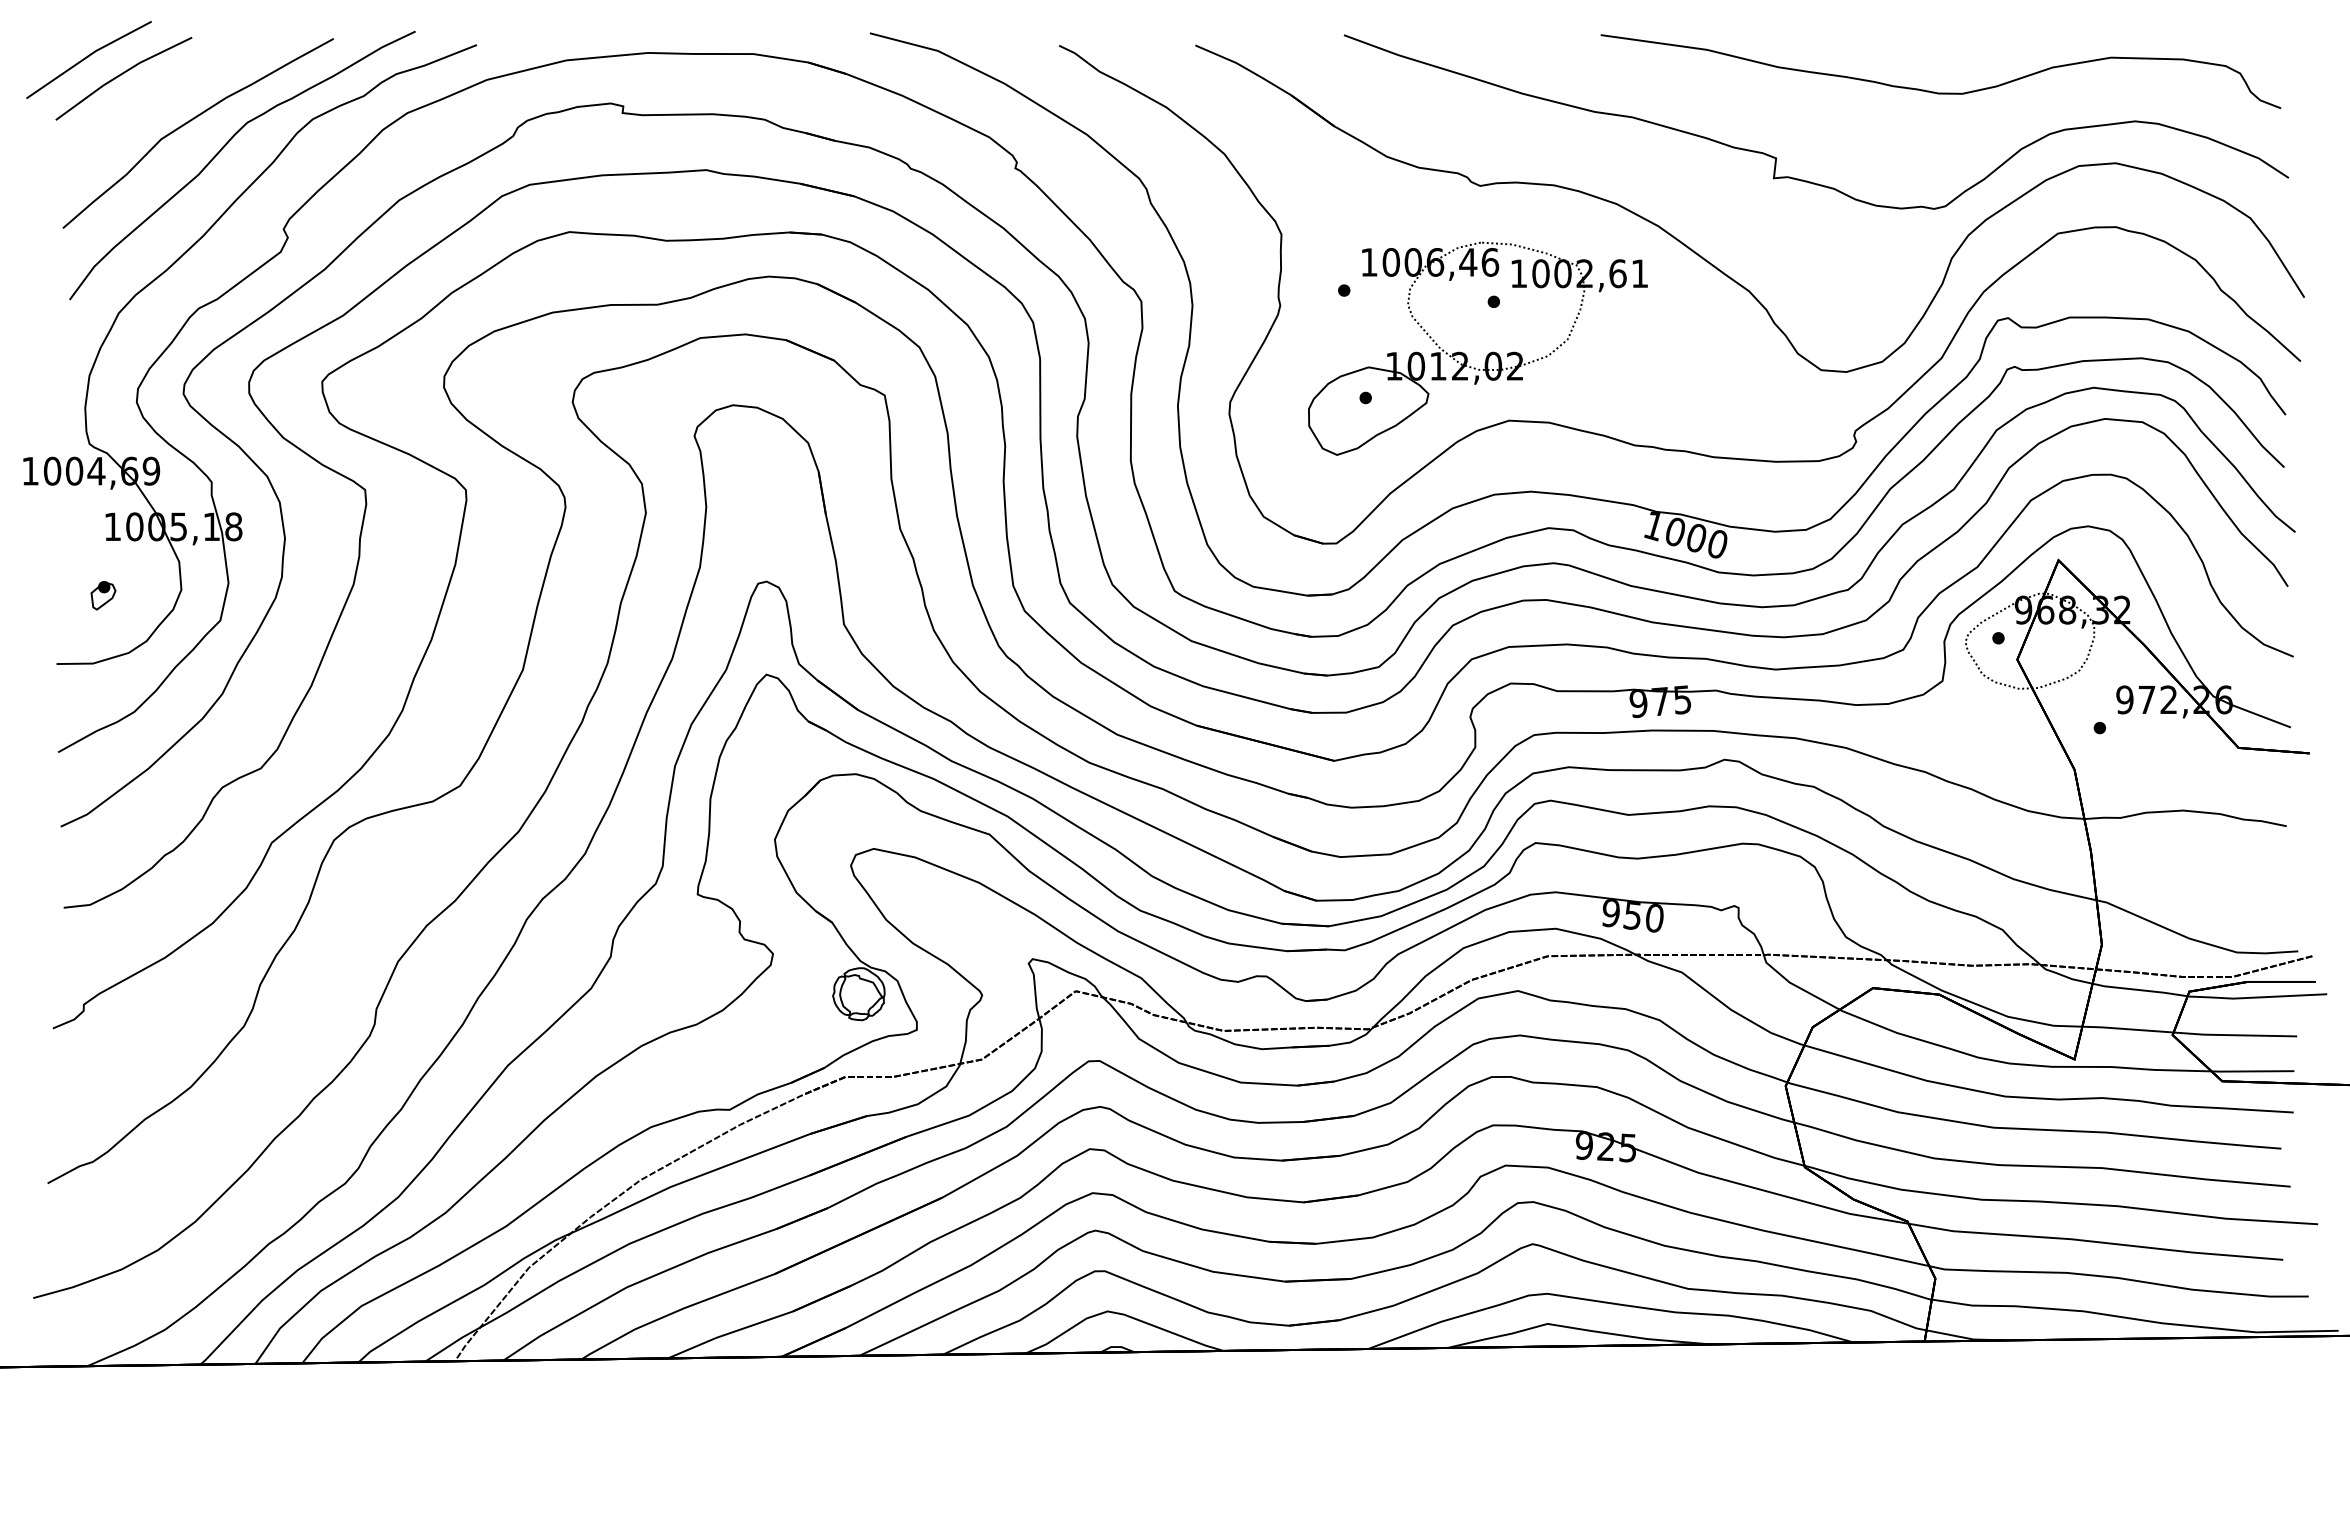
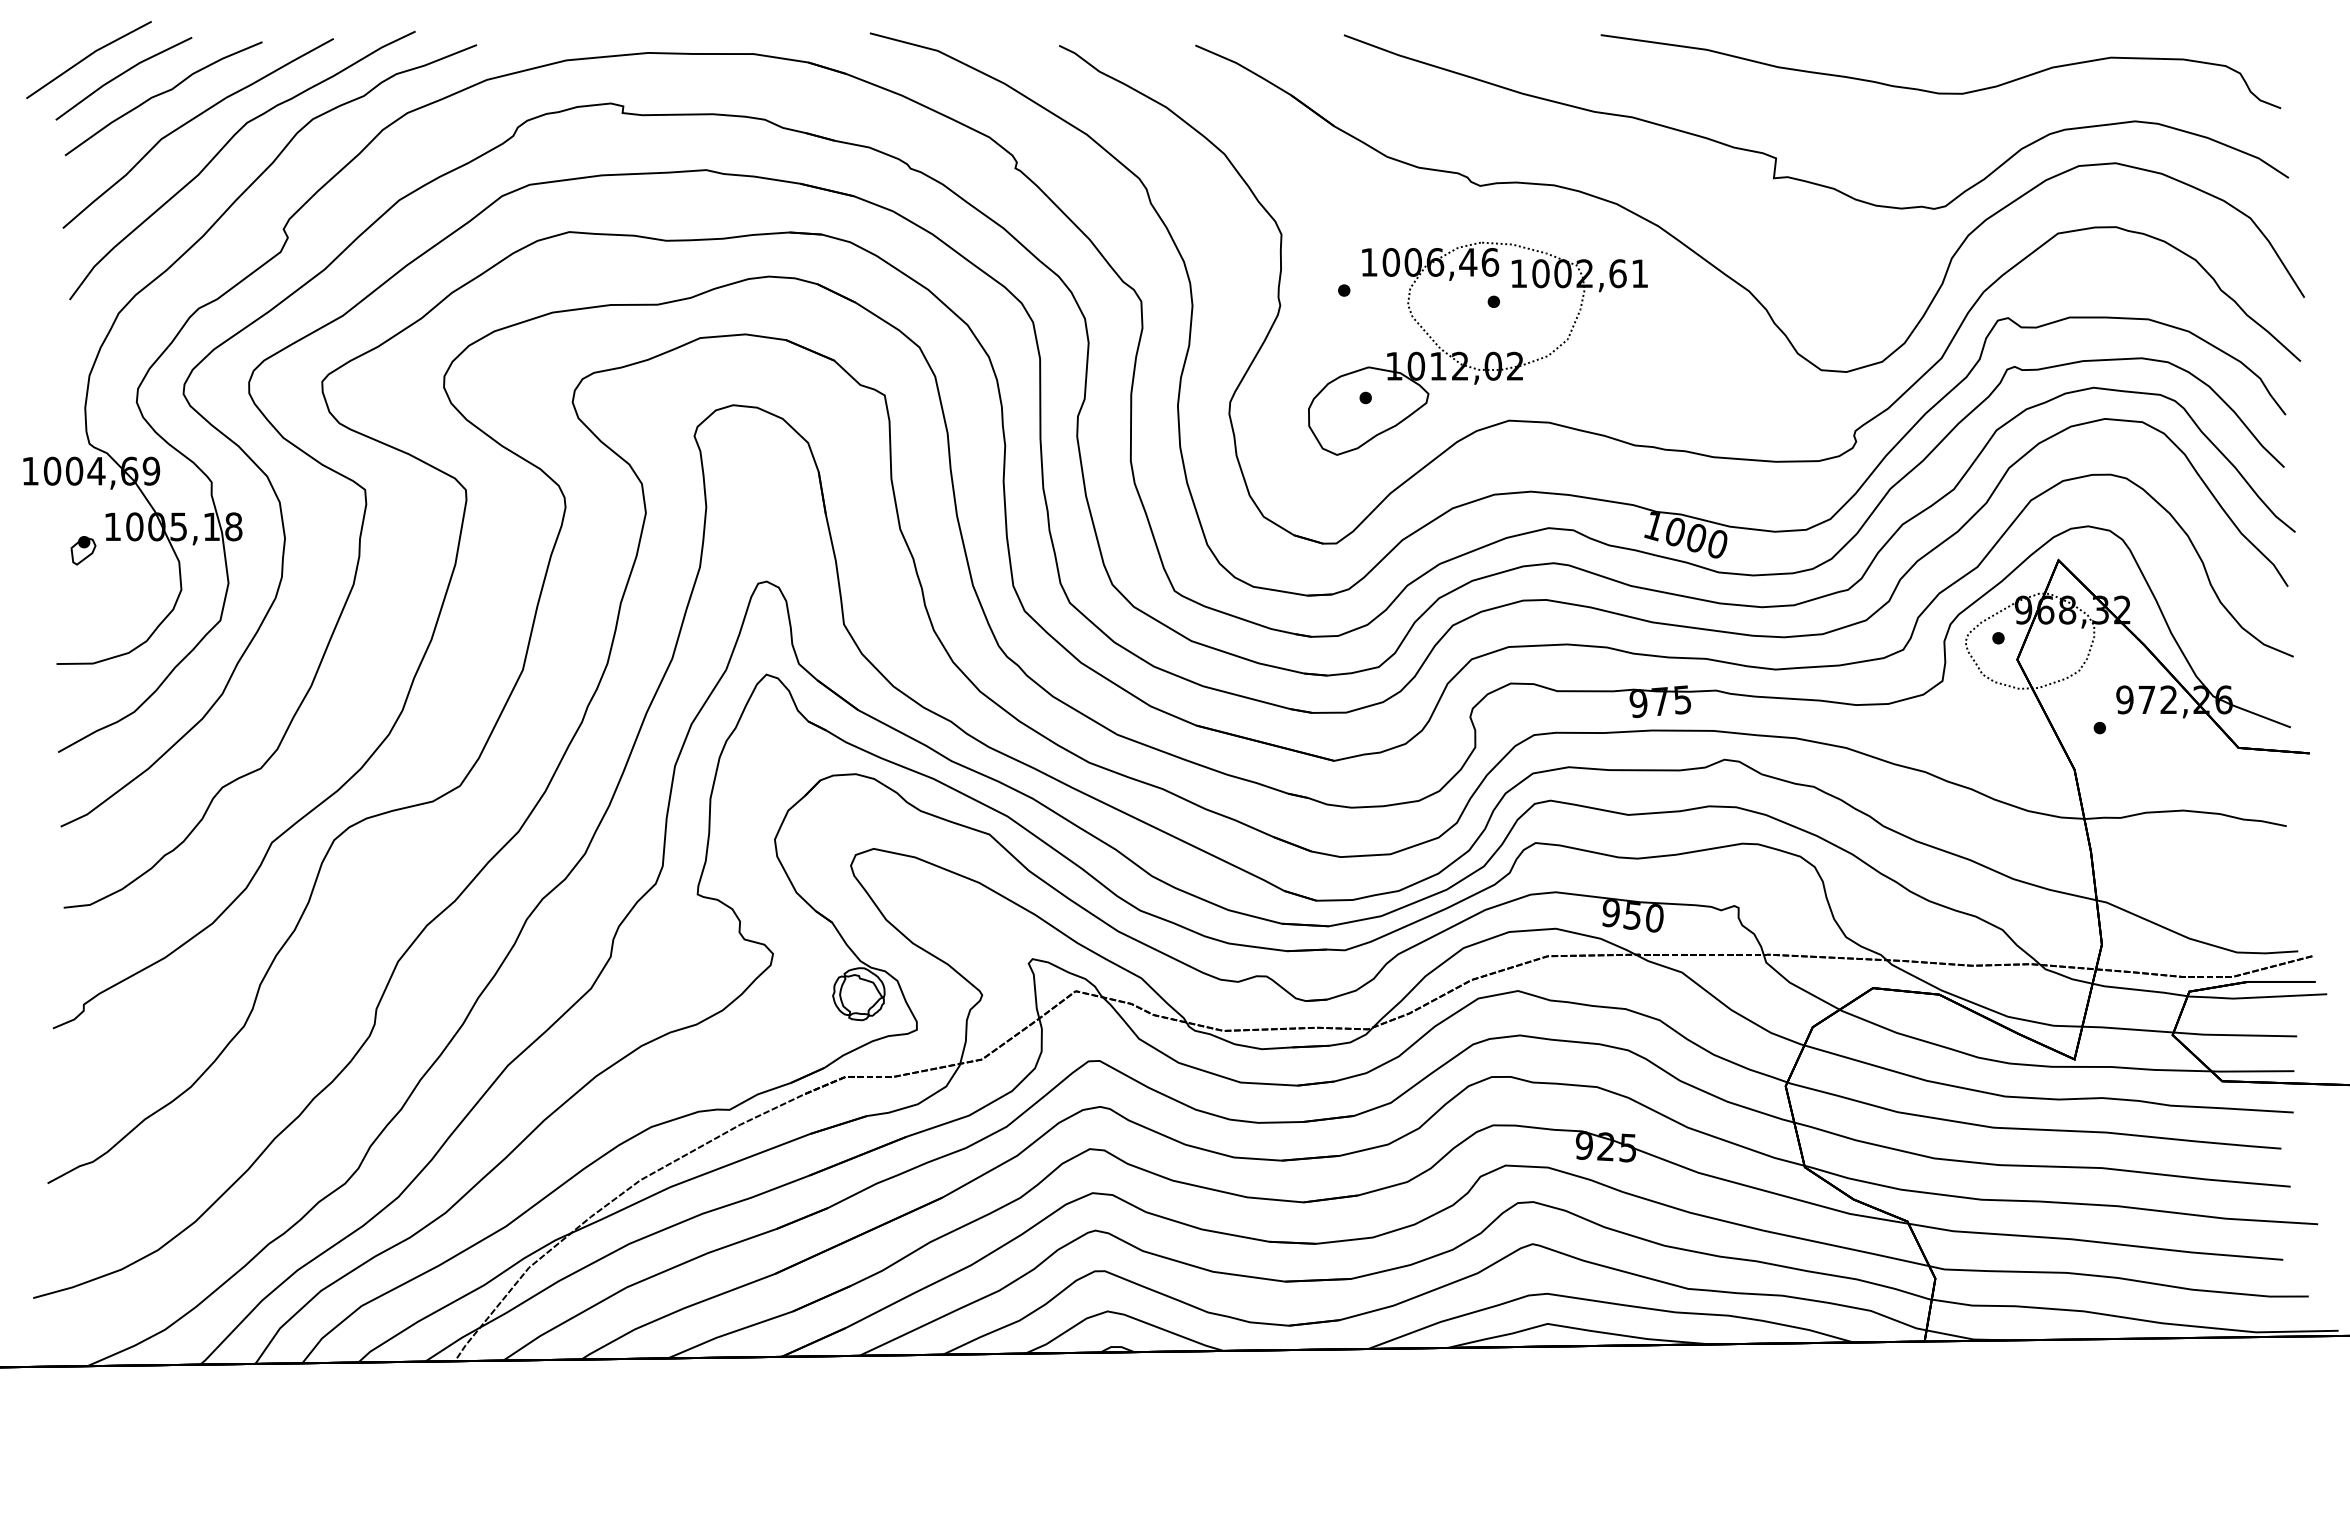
curve at (162, 94): none -> present
part at (103, 595) position: (103, 595) -> (83, 550)
